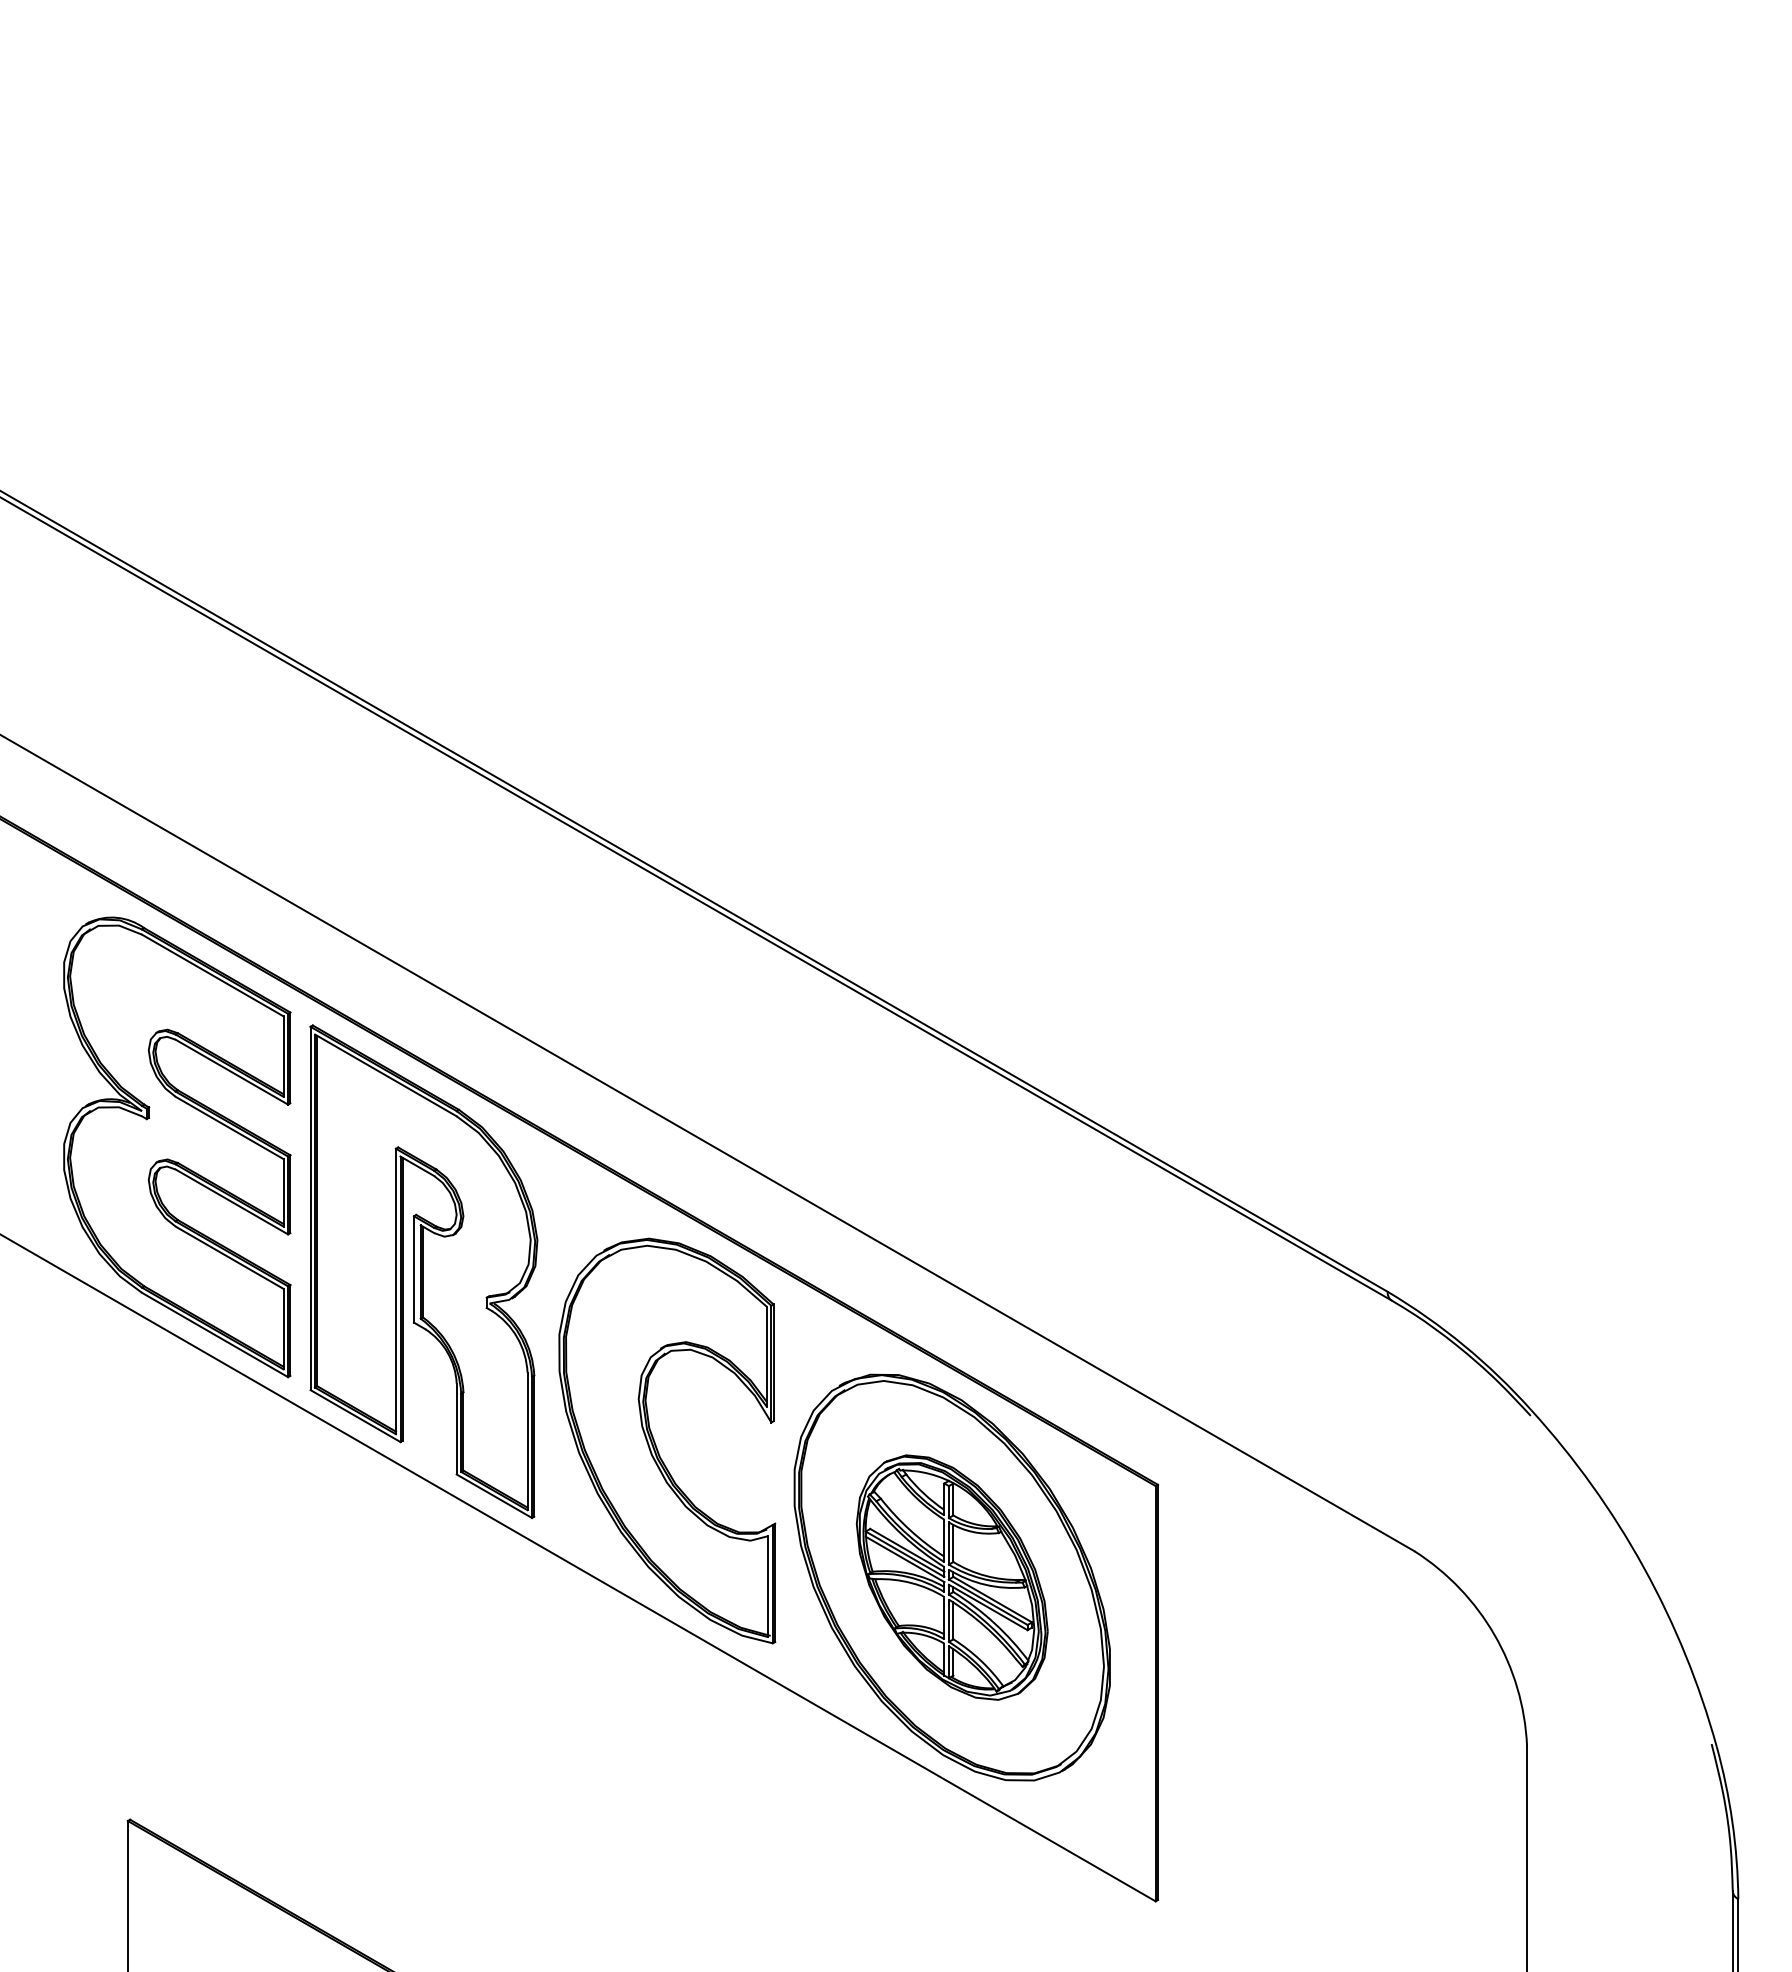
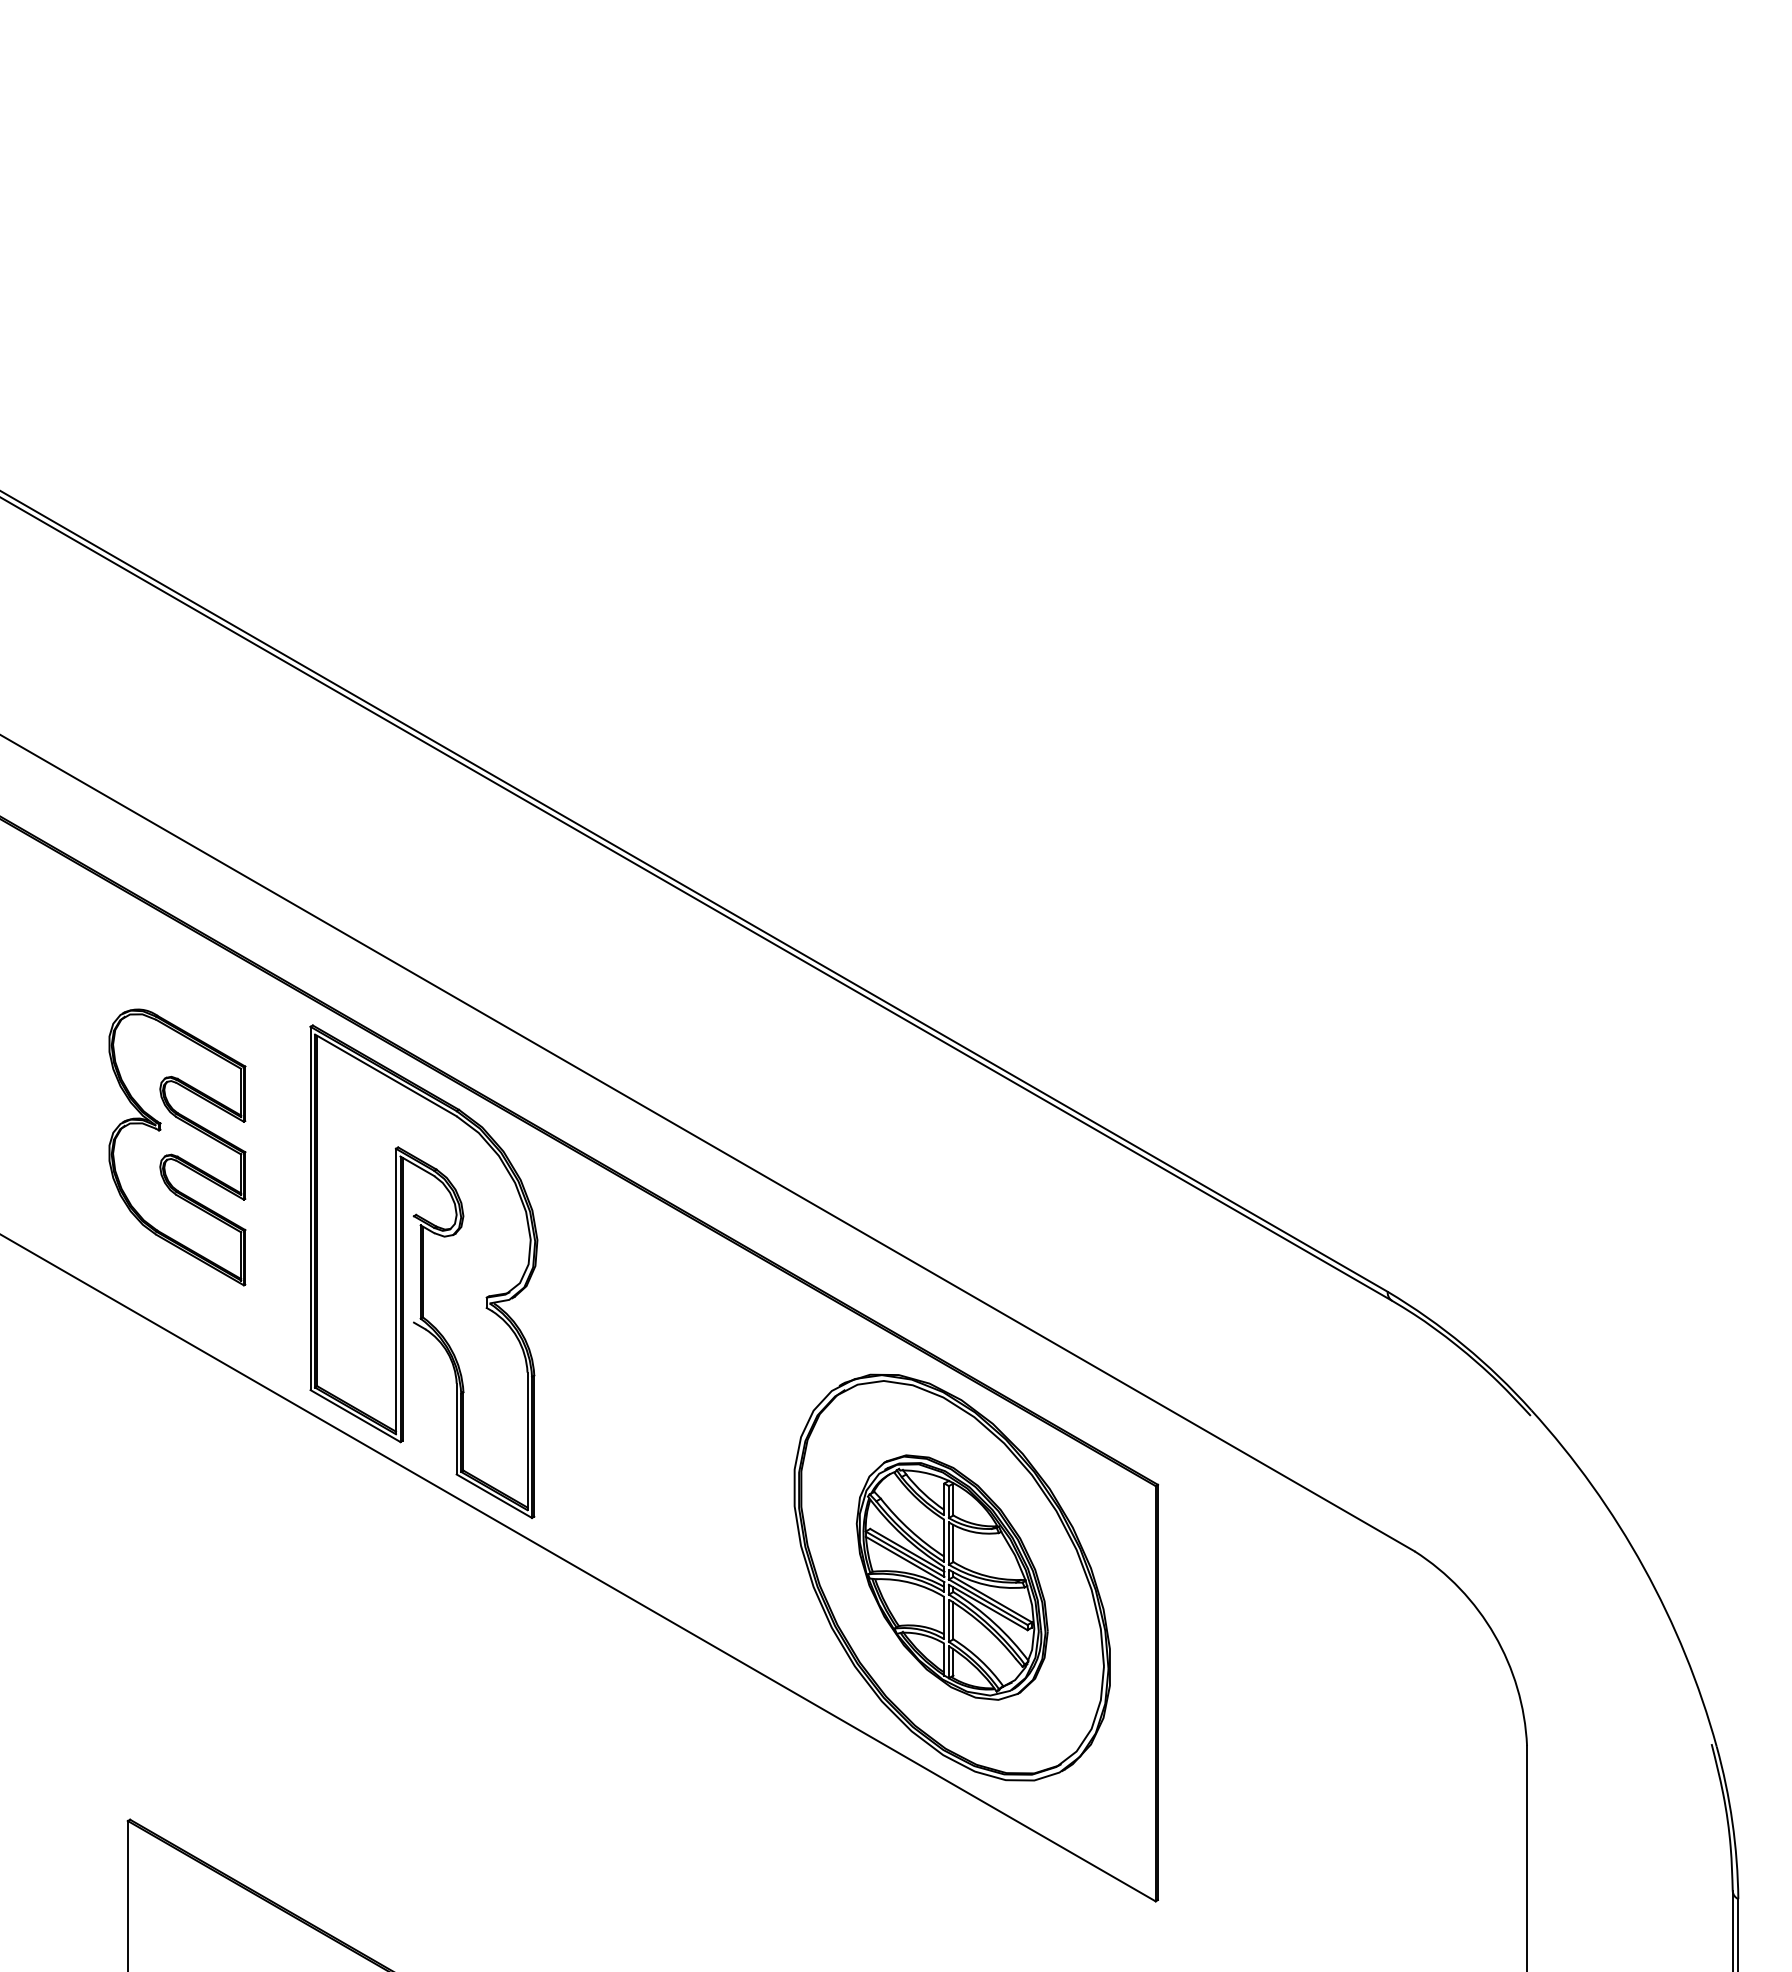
part at (177, 1147) size: 229x463 px -> 139x279 px
line at (413, 1269): present -> none
part at (656, 1444): present -> none
